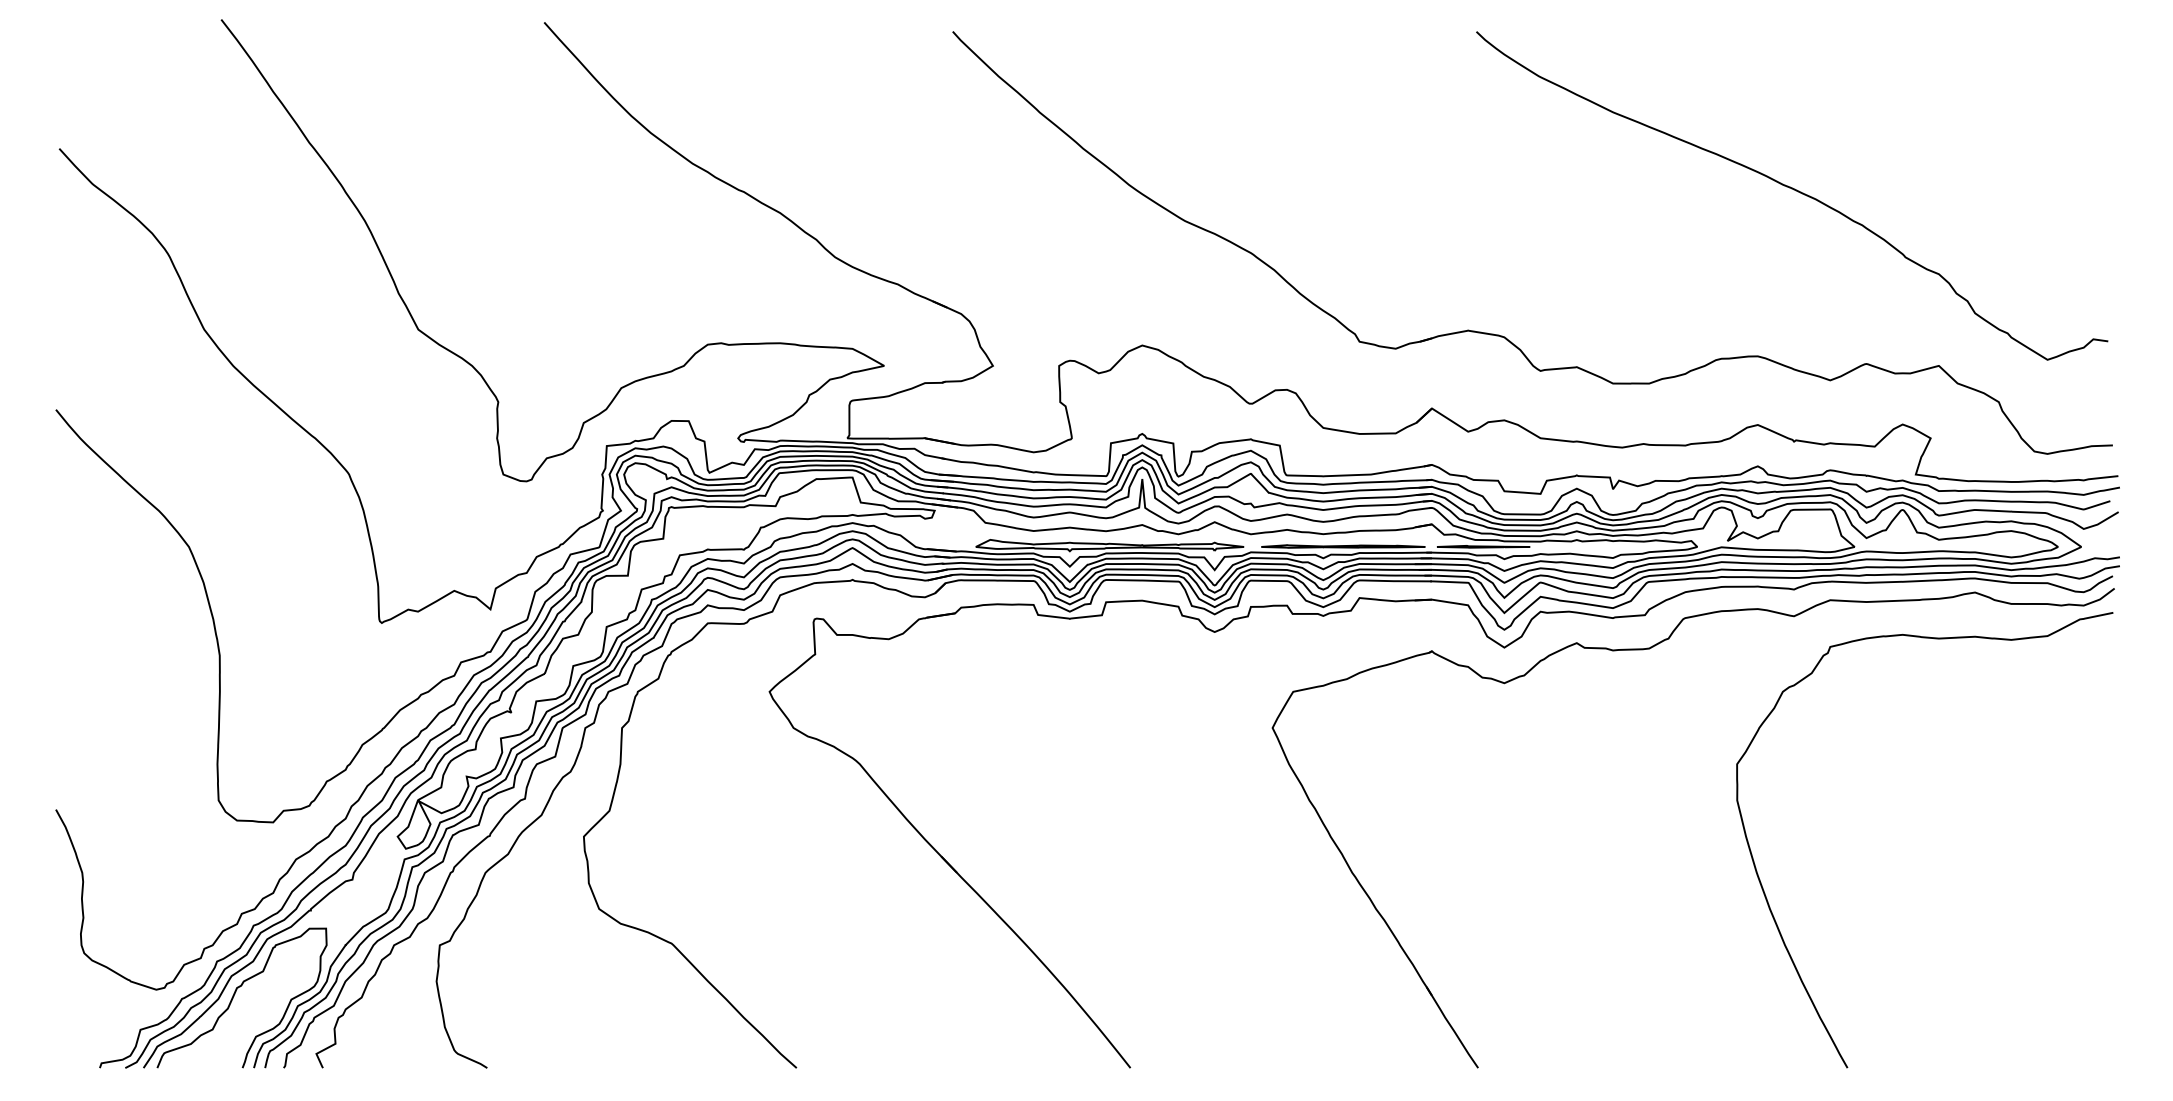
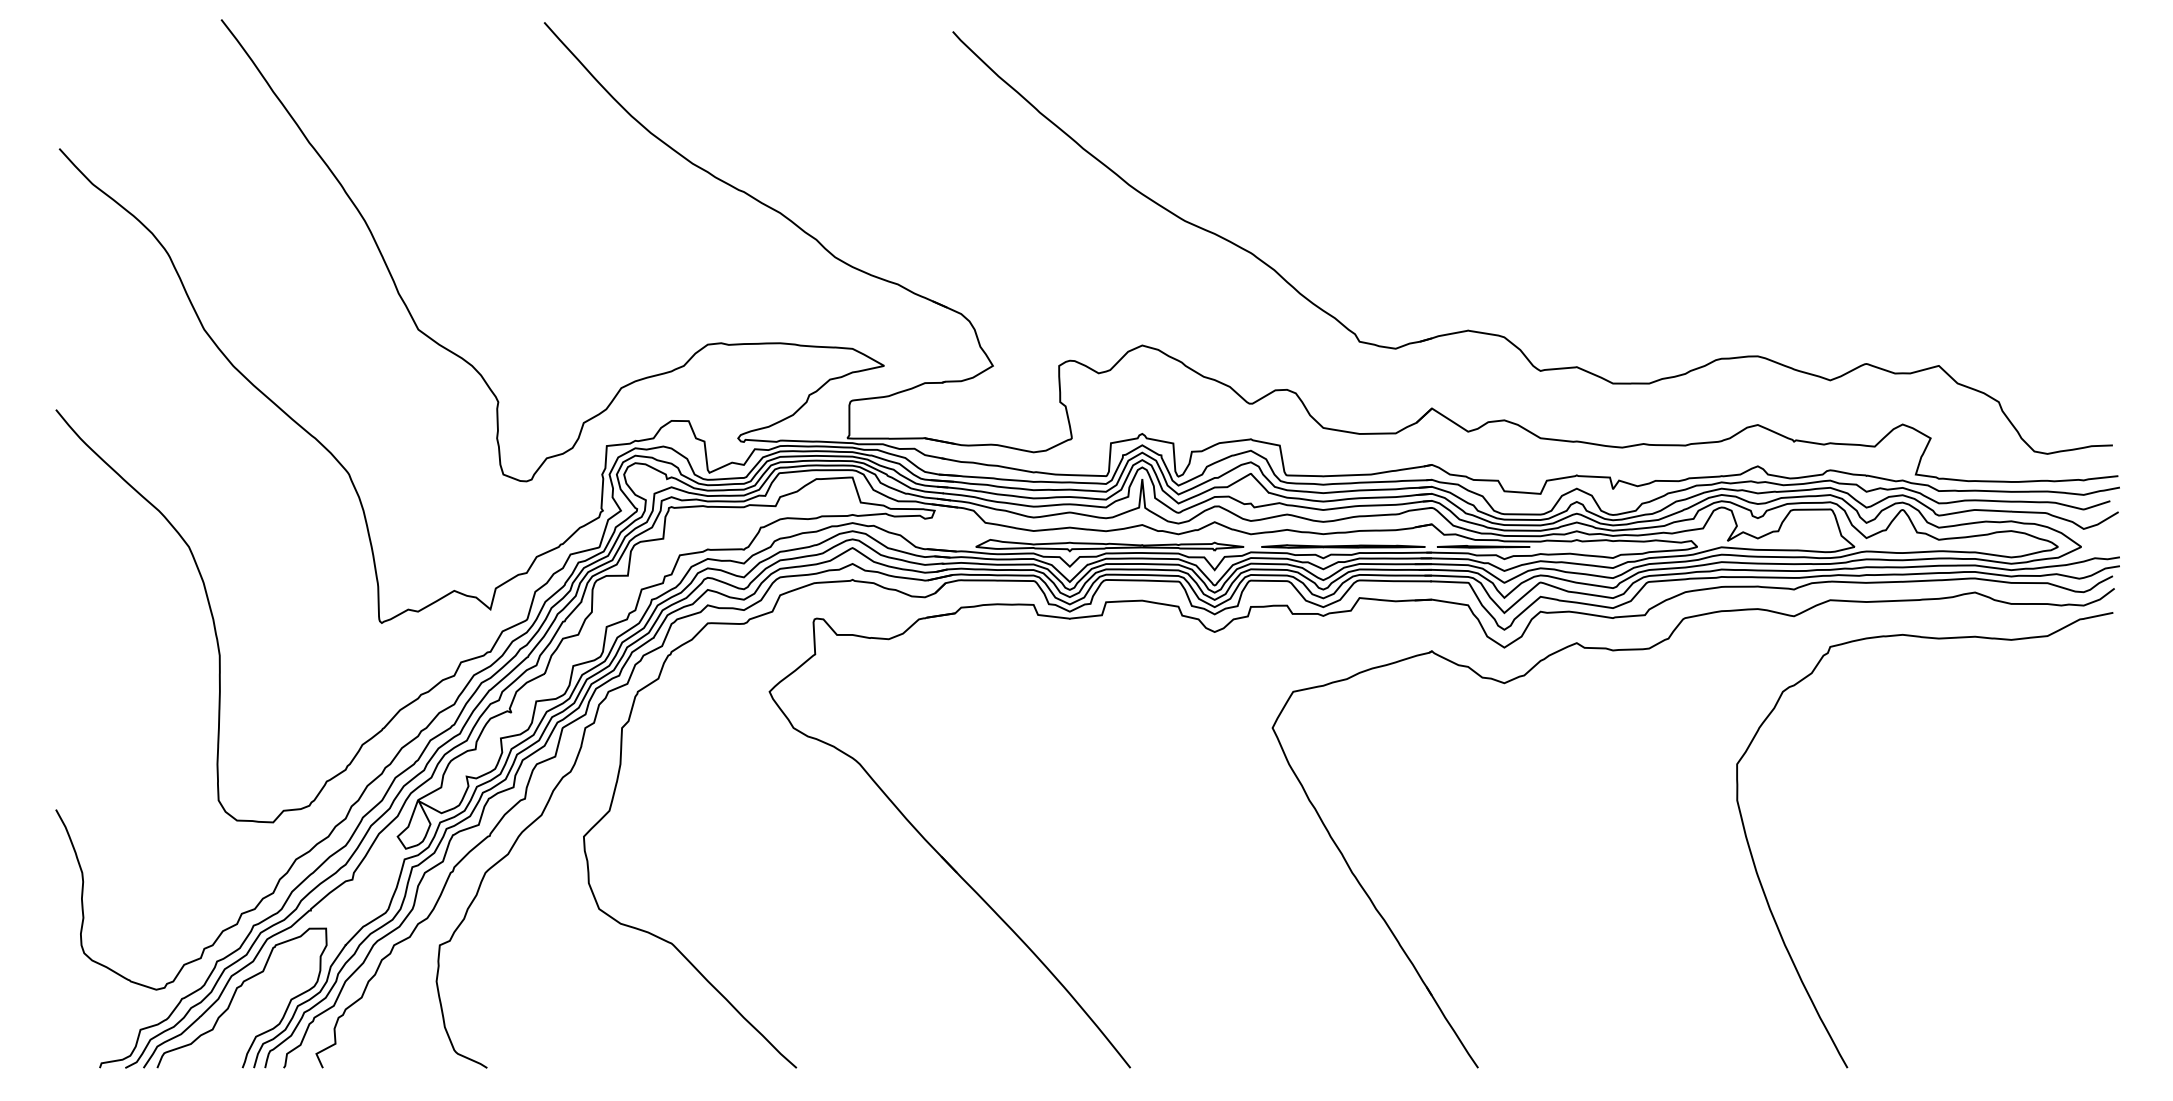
curve at (1793, 190): present -> none
